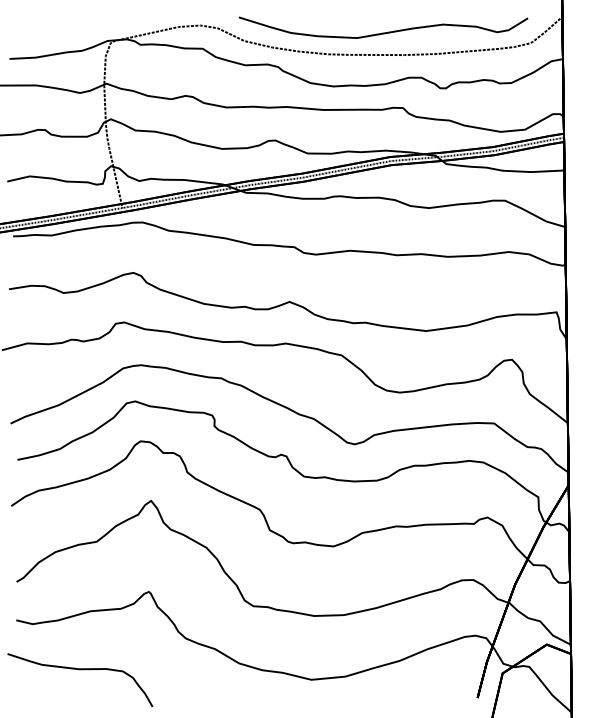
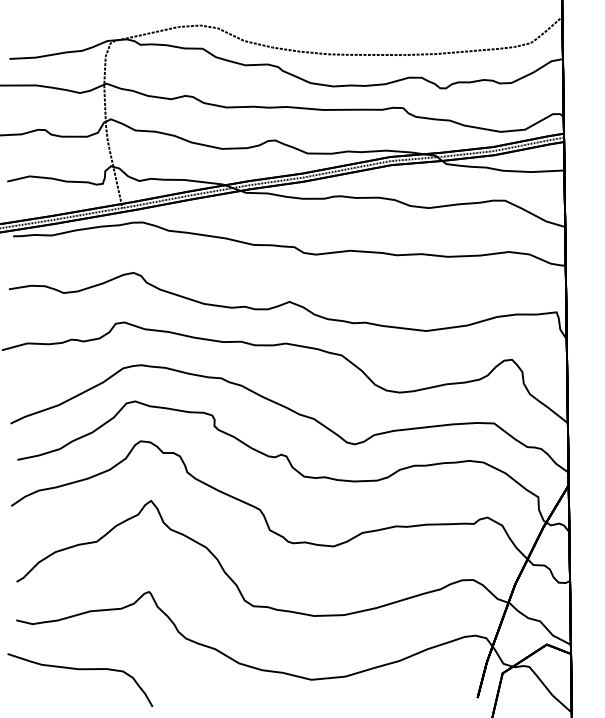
part at (383, 27): present -> none
